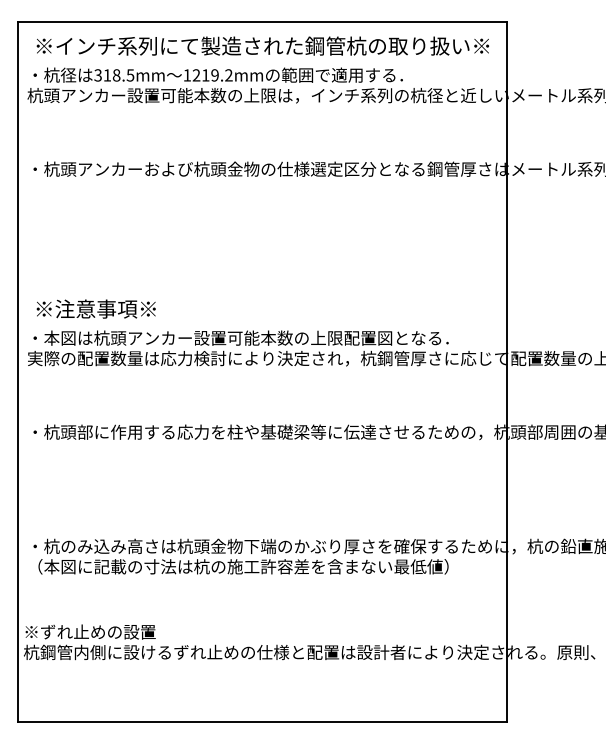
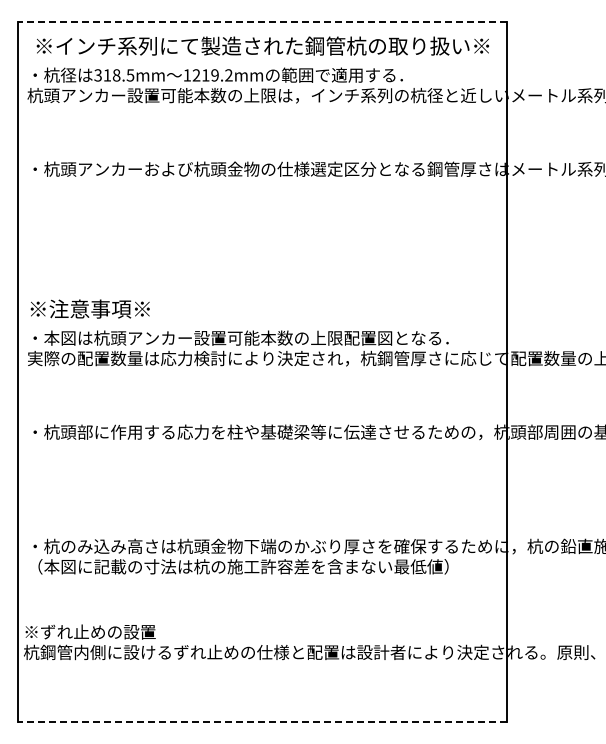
line at (261, 22): solid -> dashed
text at (95, 308) position: (95, 308) -> (89, 308)
line at (261, 721): solid -> dashed
